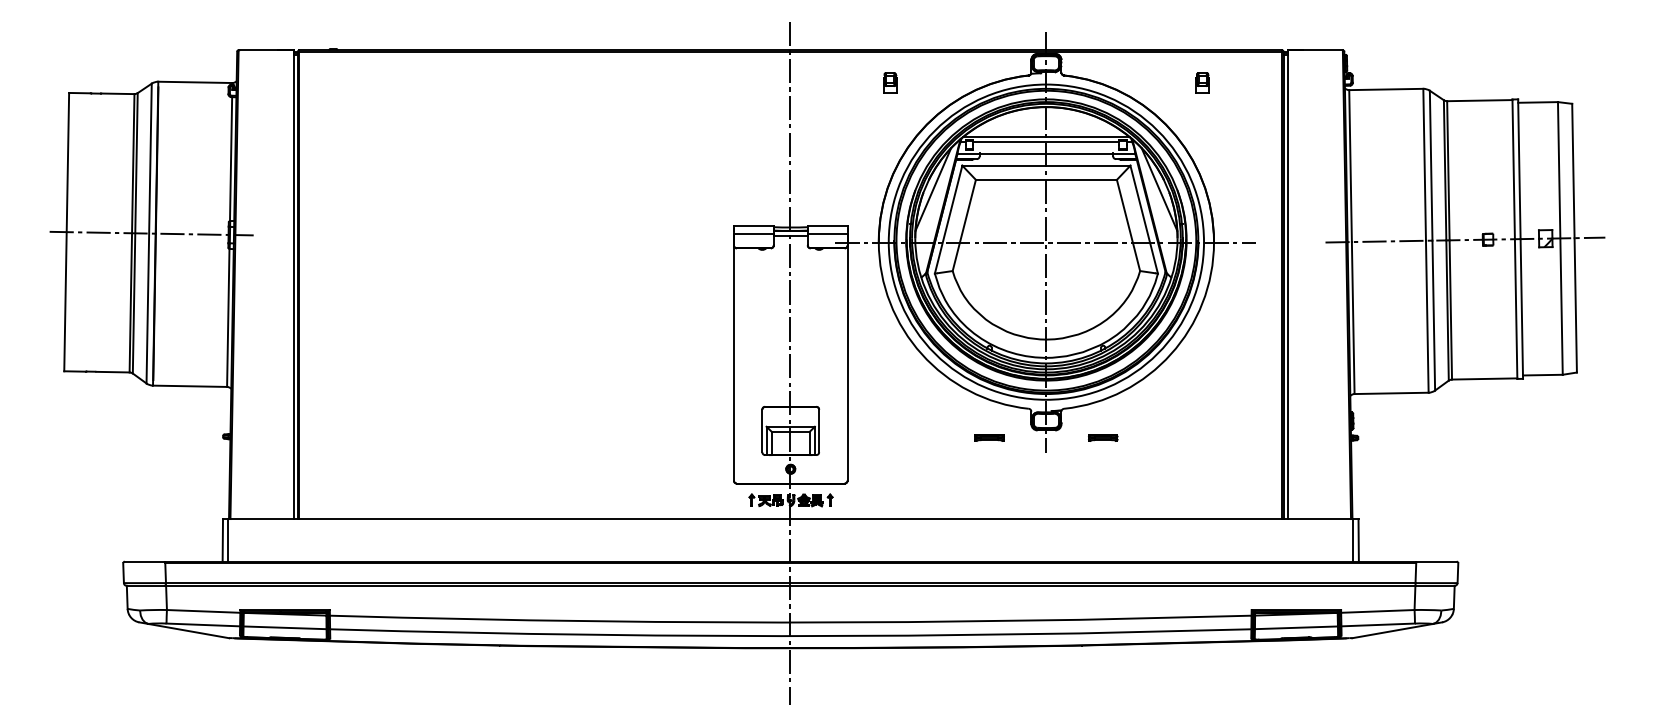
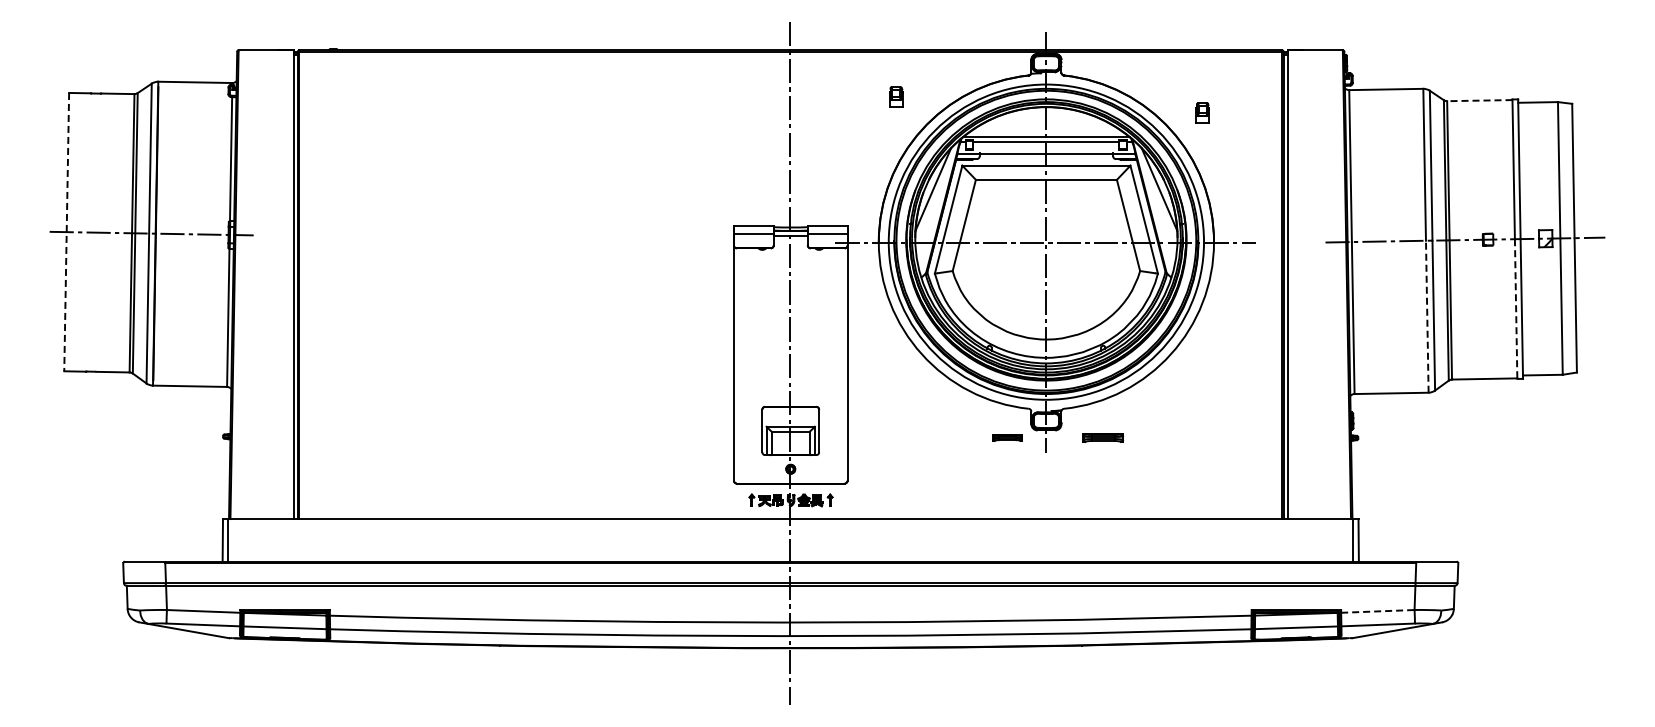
part at (890, 82) position: (890, 82) -> (896, 96)
part at (1202, 82) position: (1202, 82) -> (1202, 112)
line at (1479, 100): solid -> dashed
line at (66, 232): solid -> dashed
line at (1516, 309): solid -> dashed
line at (1427, 316): solid -> dashed
part at (989, 437) position: (989, 437) -> (1007, 437)
part at (1103, 437) size: 31x8 px -> 43x11 px
line at (1377, 611): solid -> dashed
